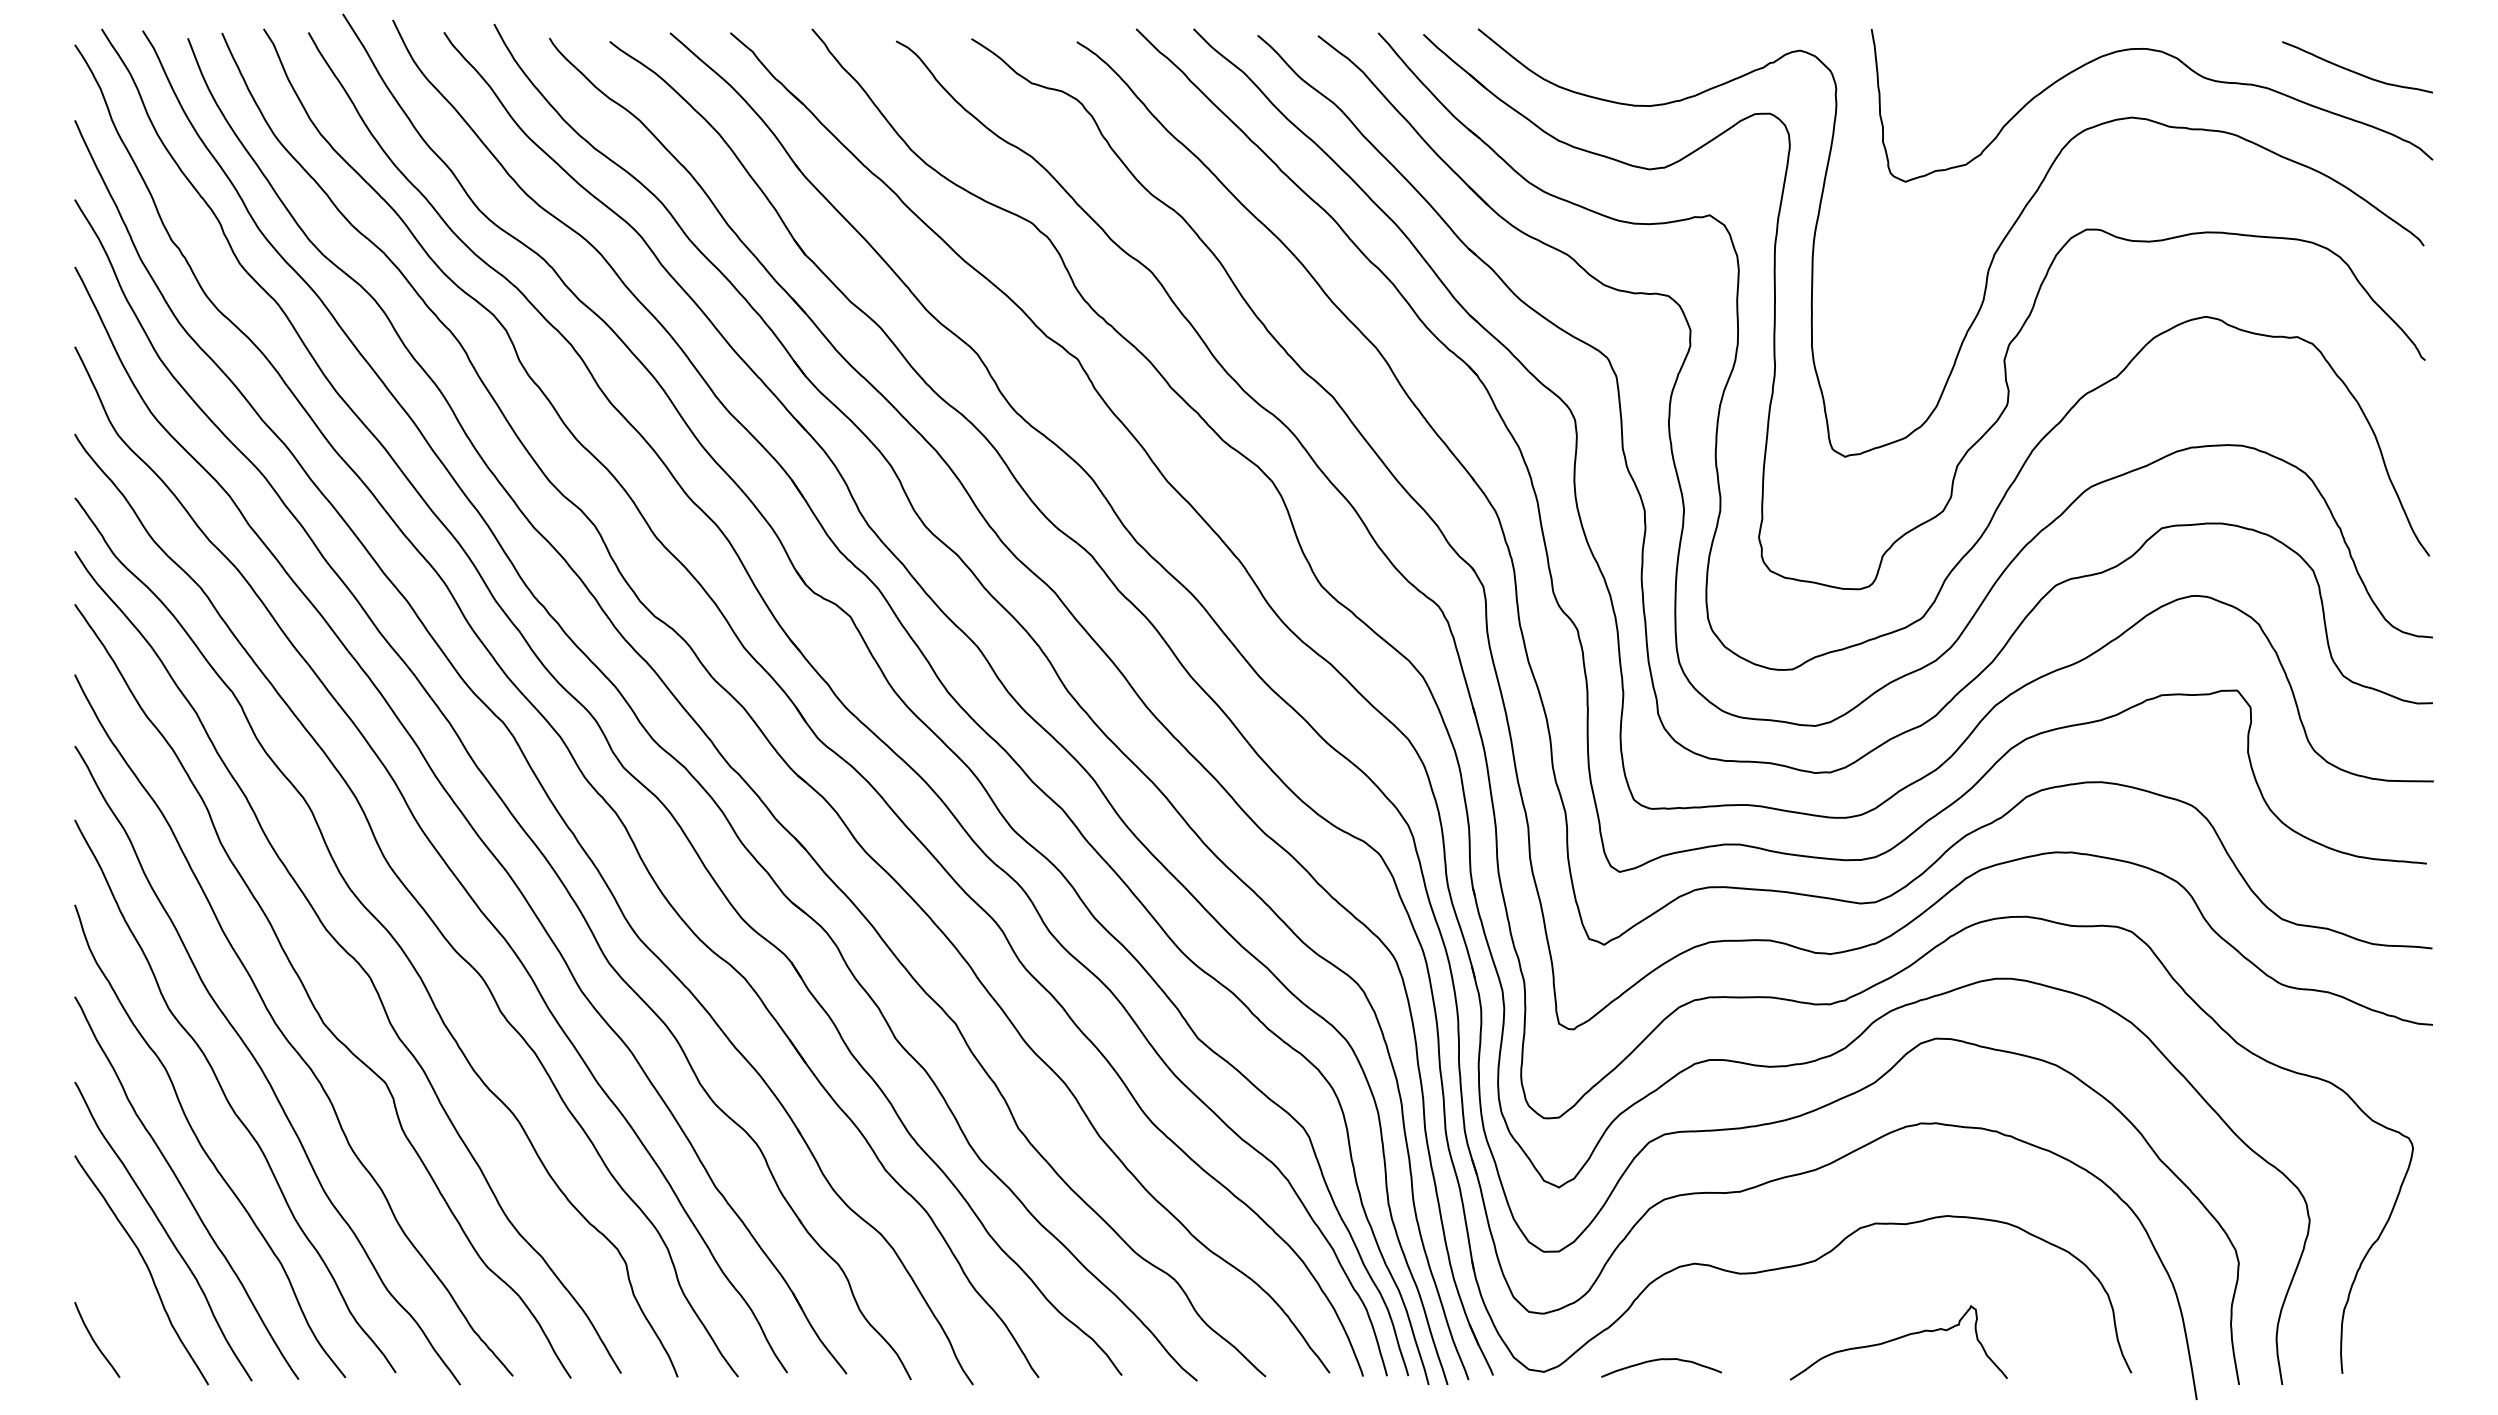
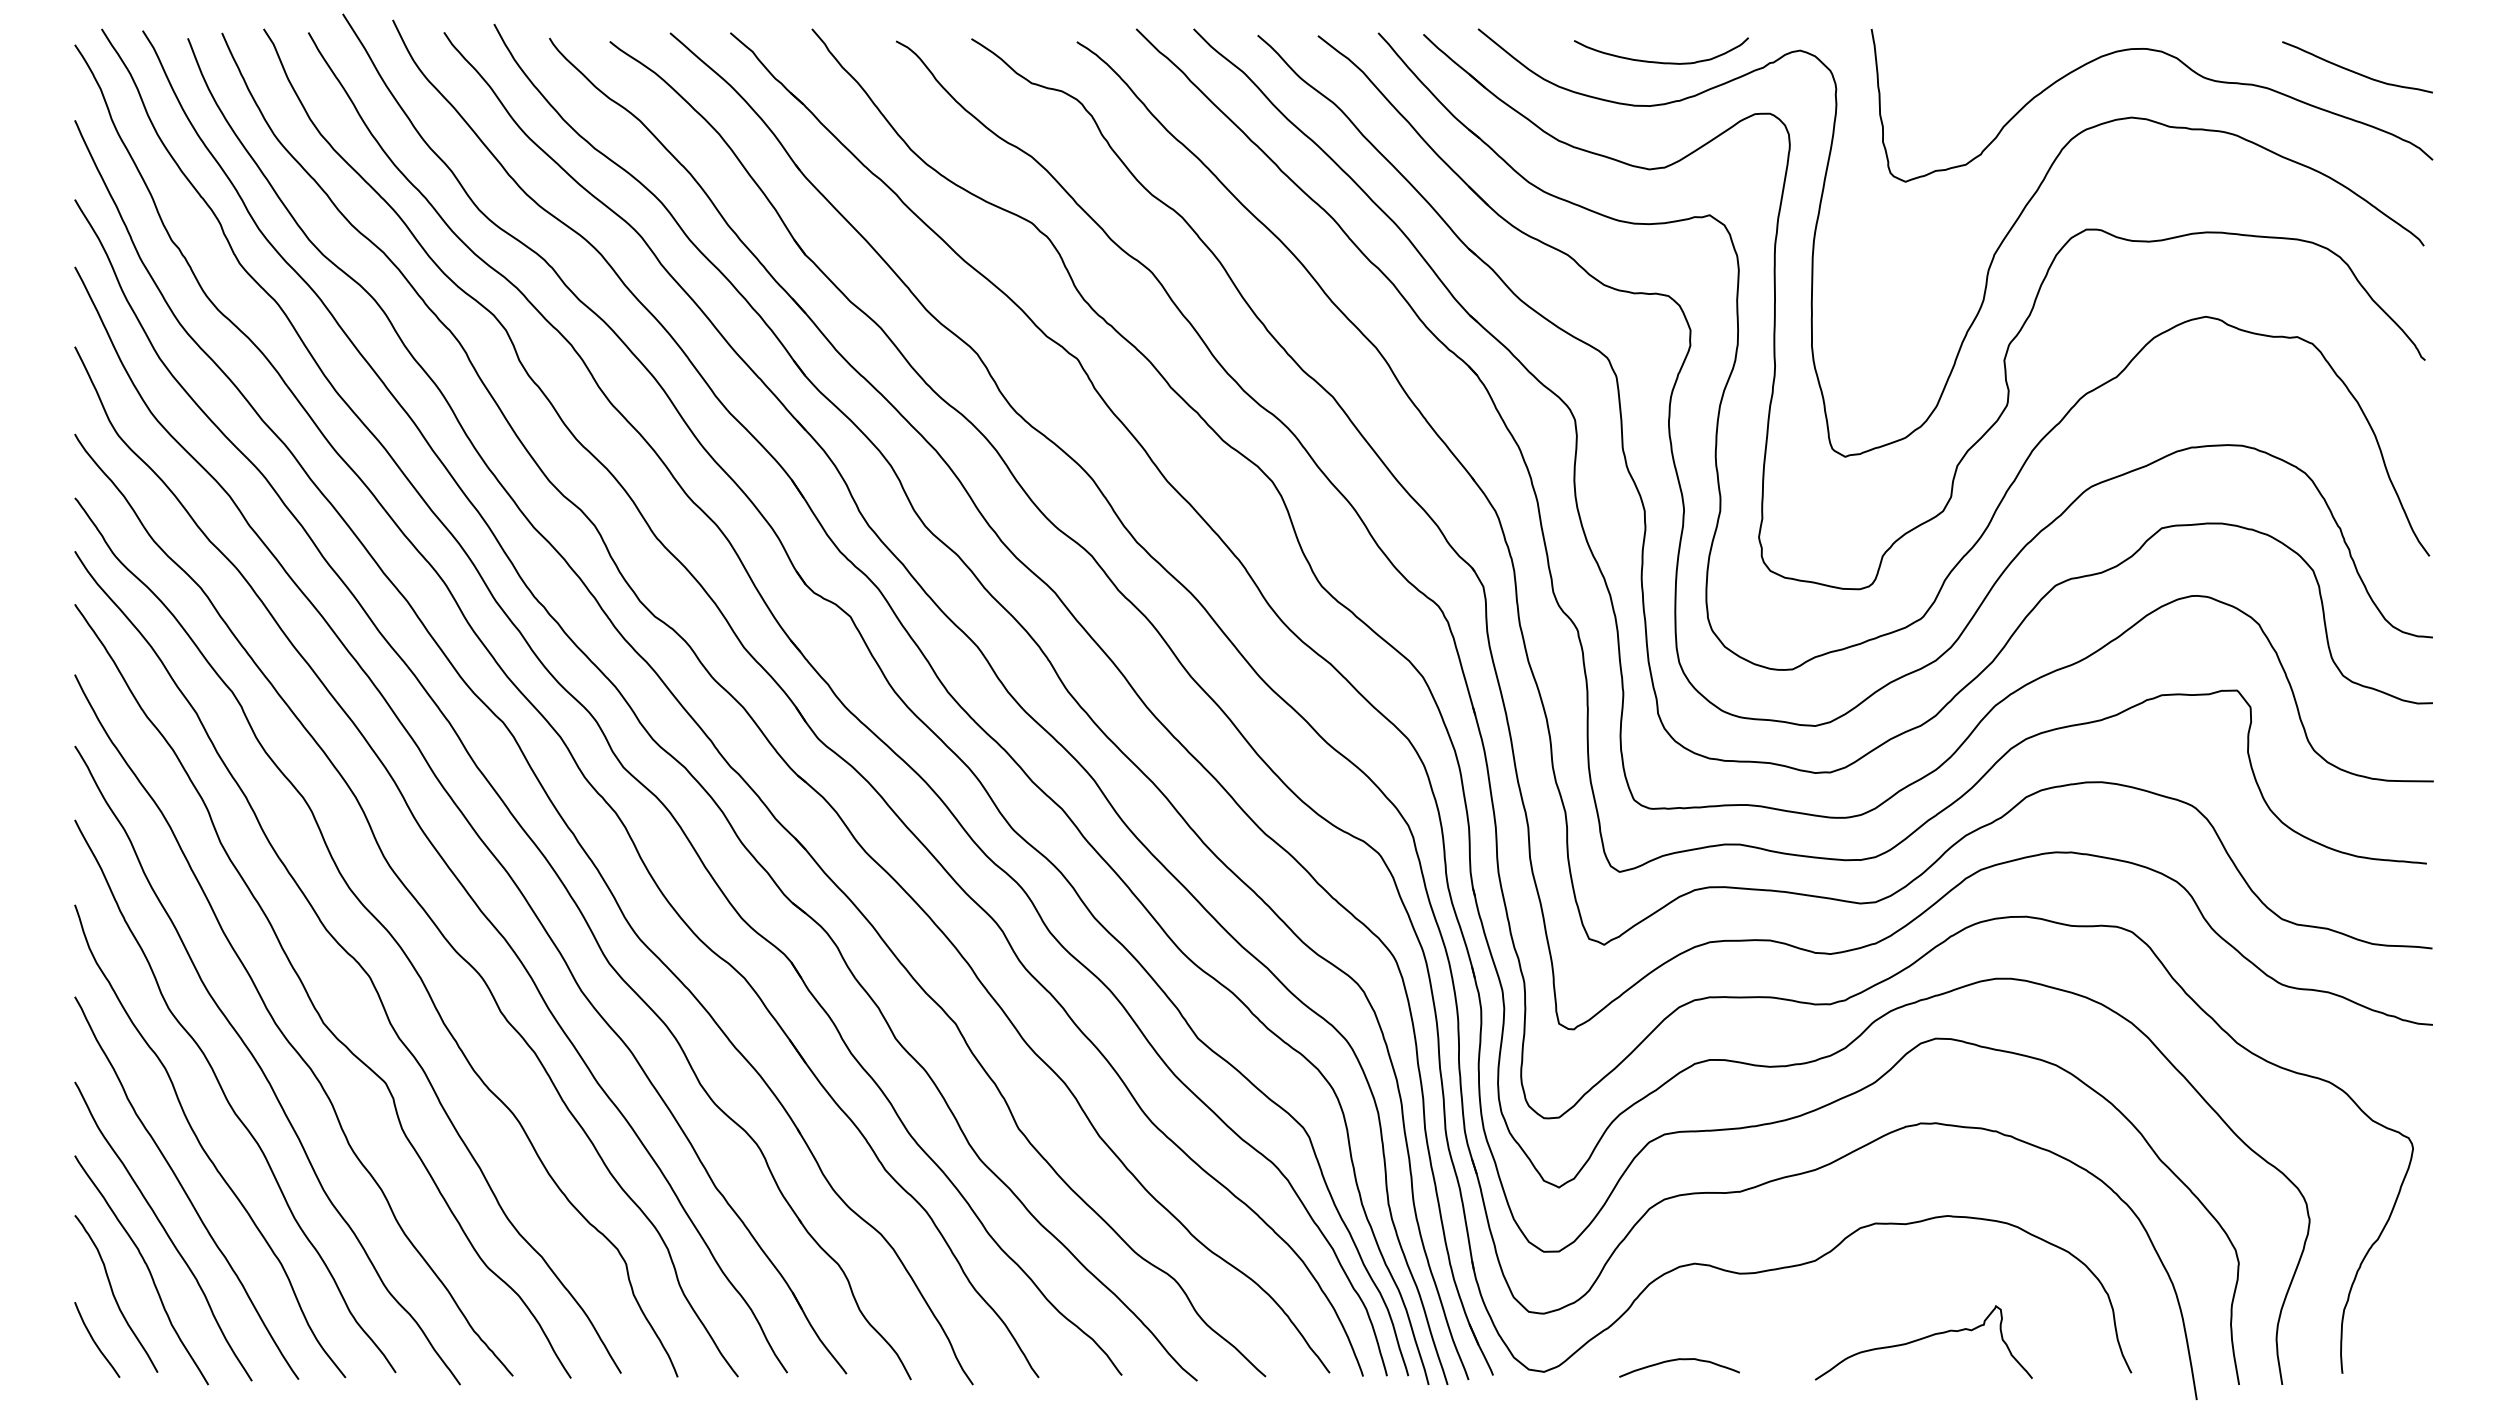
curve at (1659, 61): none -> present
curve at (114, 1294): none -> present
curve at (1898, 1339) position: (1898, 1339) -> (1923, 1339)
curve at (1661, 1360) position: (1661, 1360) -> (1679, 1360)
